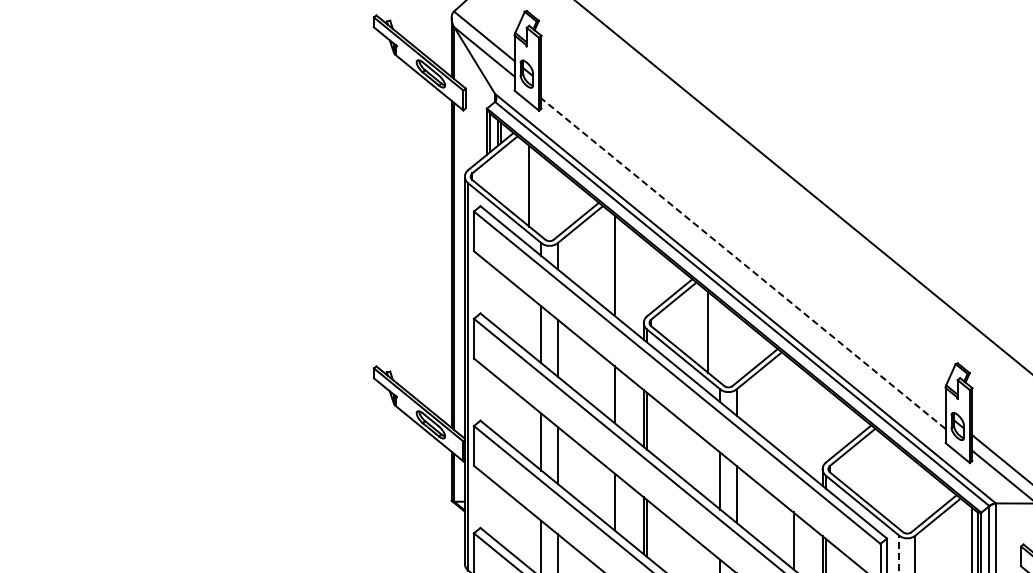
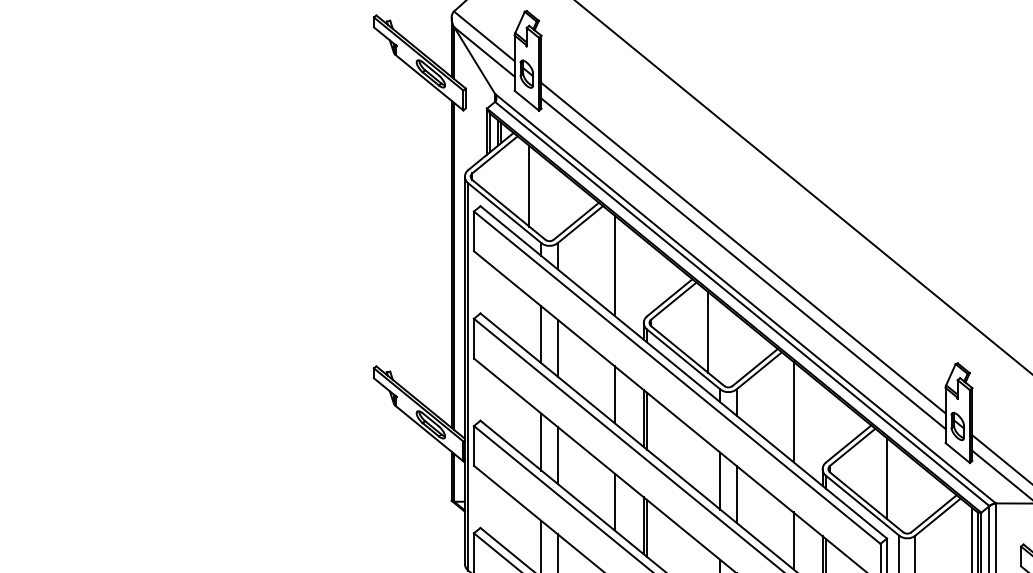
line at (743, 248): none -> present
line at (743, 263): dashed -> solid
line at (793, 411): none -> present
line at (887, 478): none -> present
line at (899, 553): dashed -> solid
